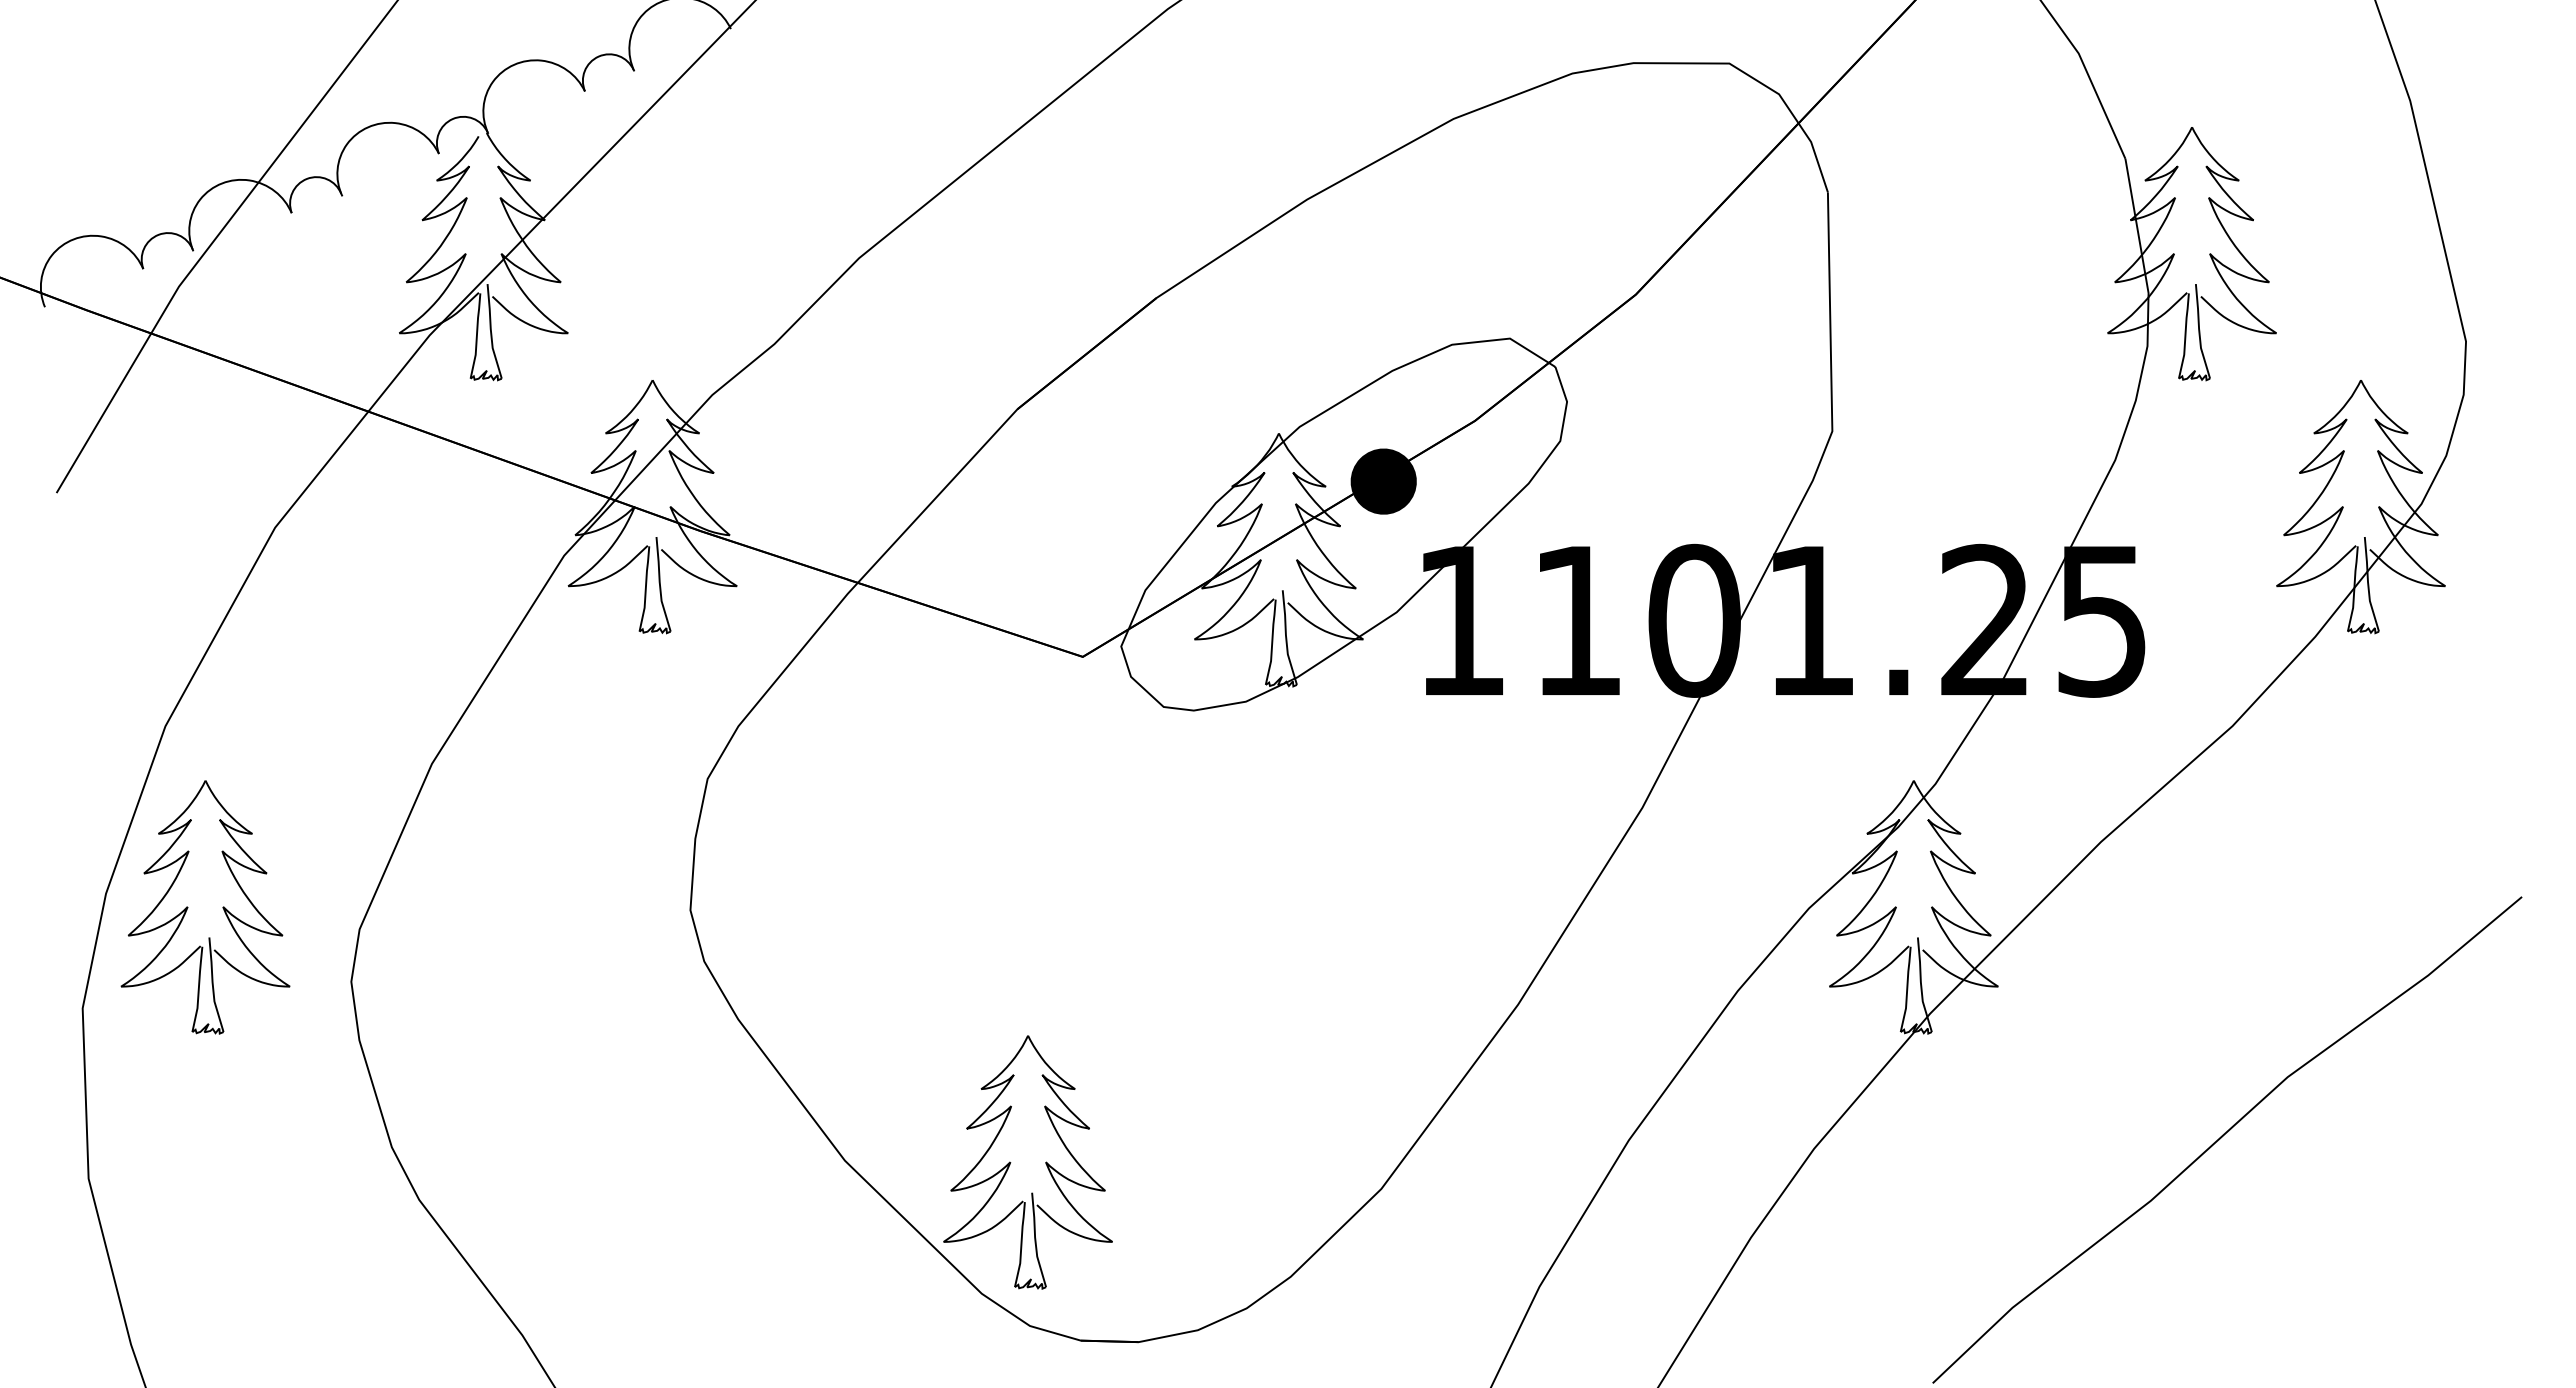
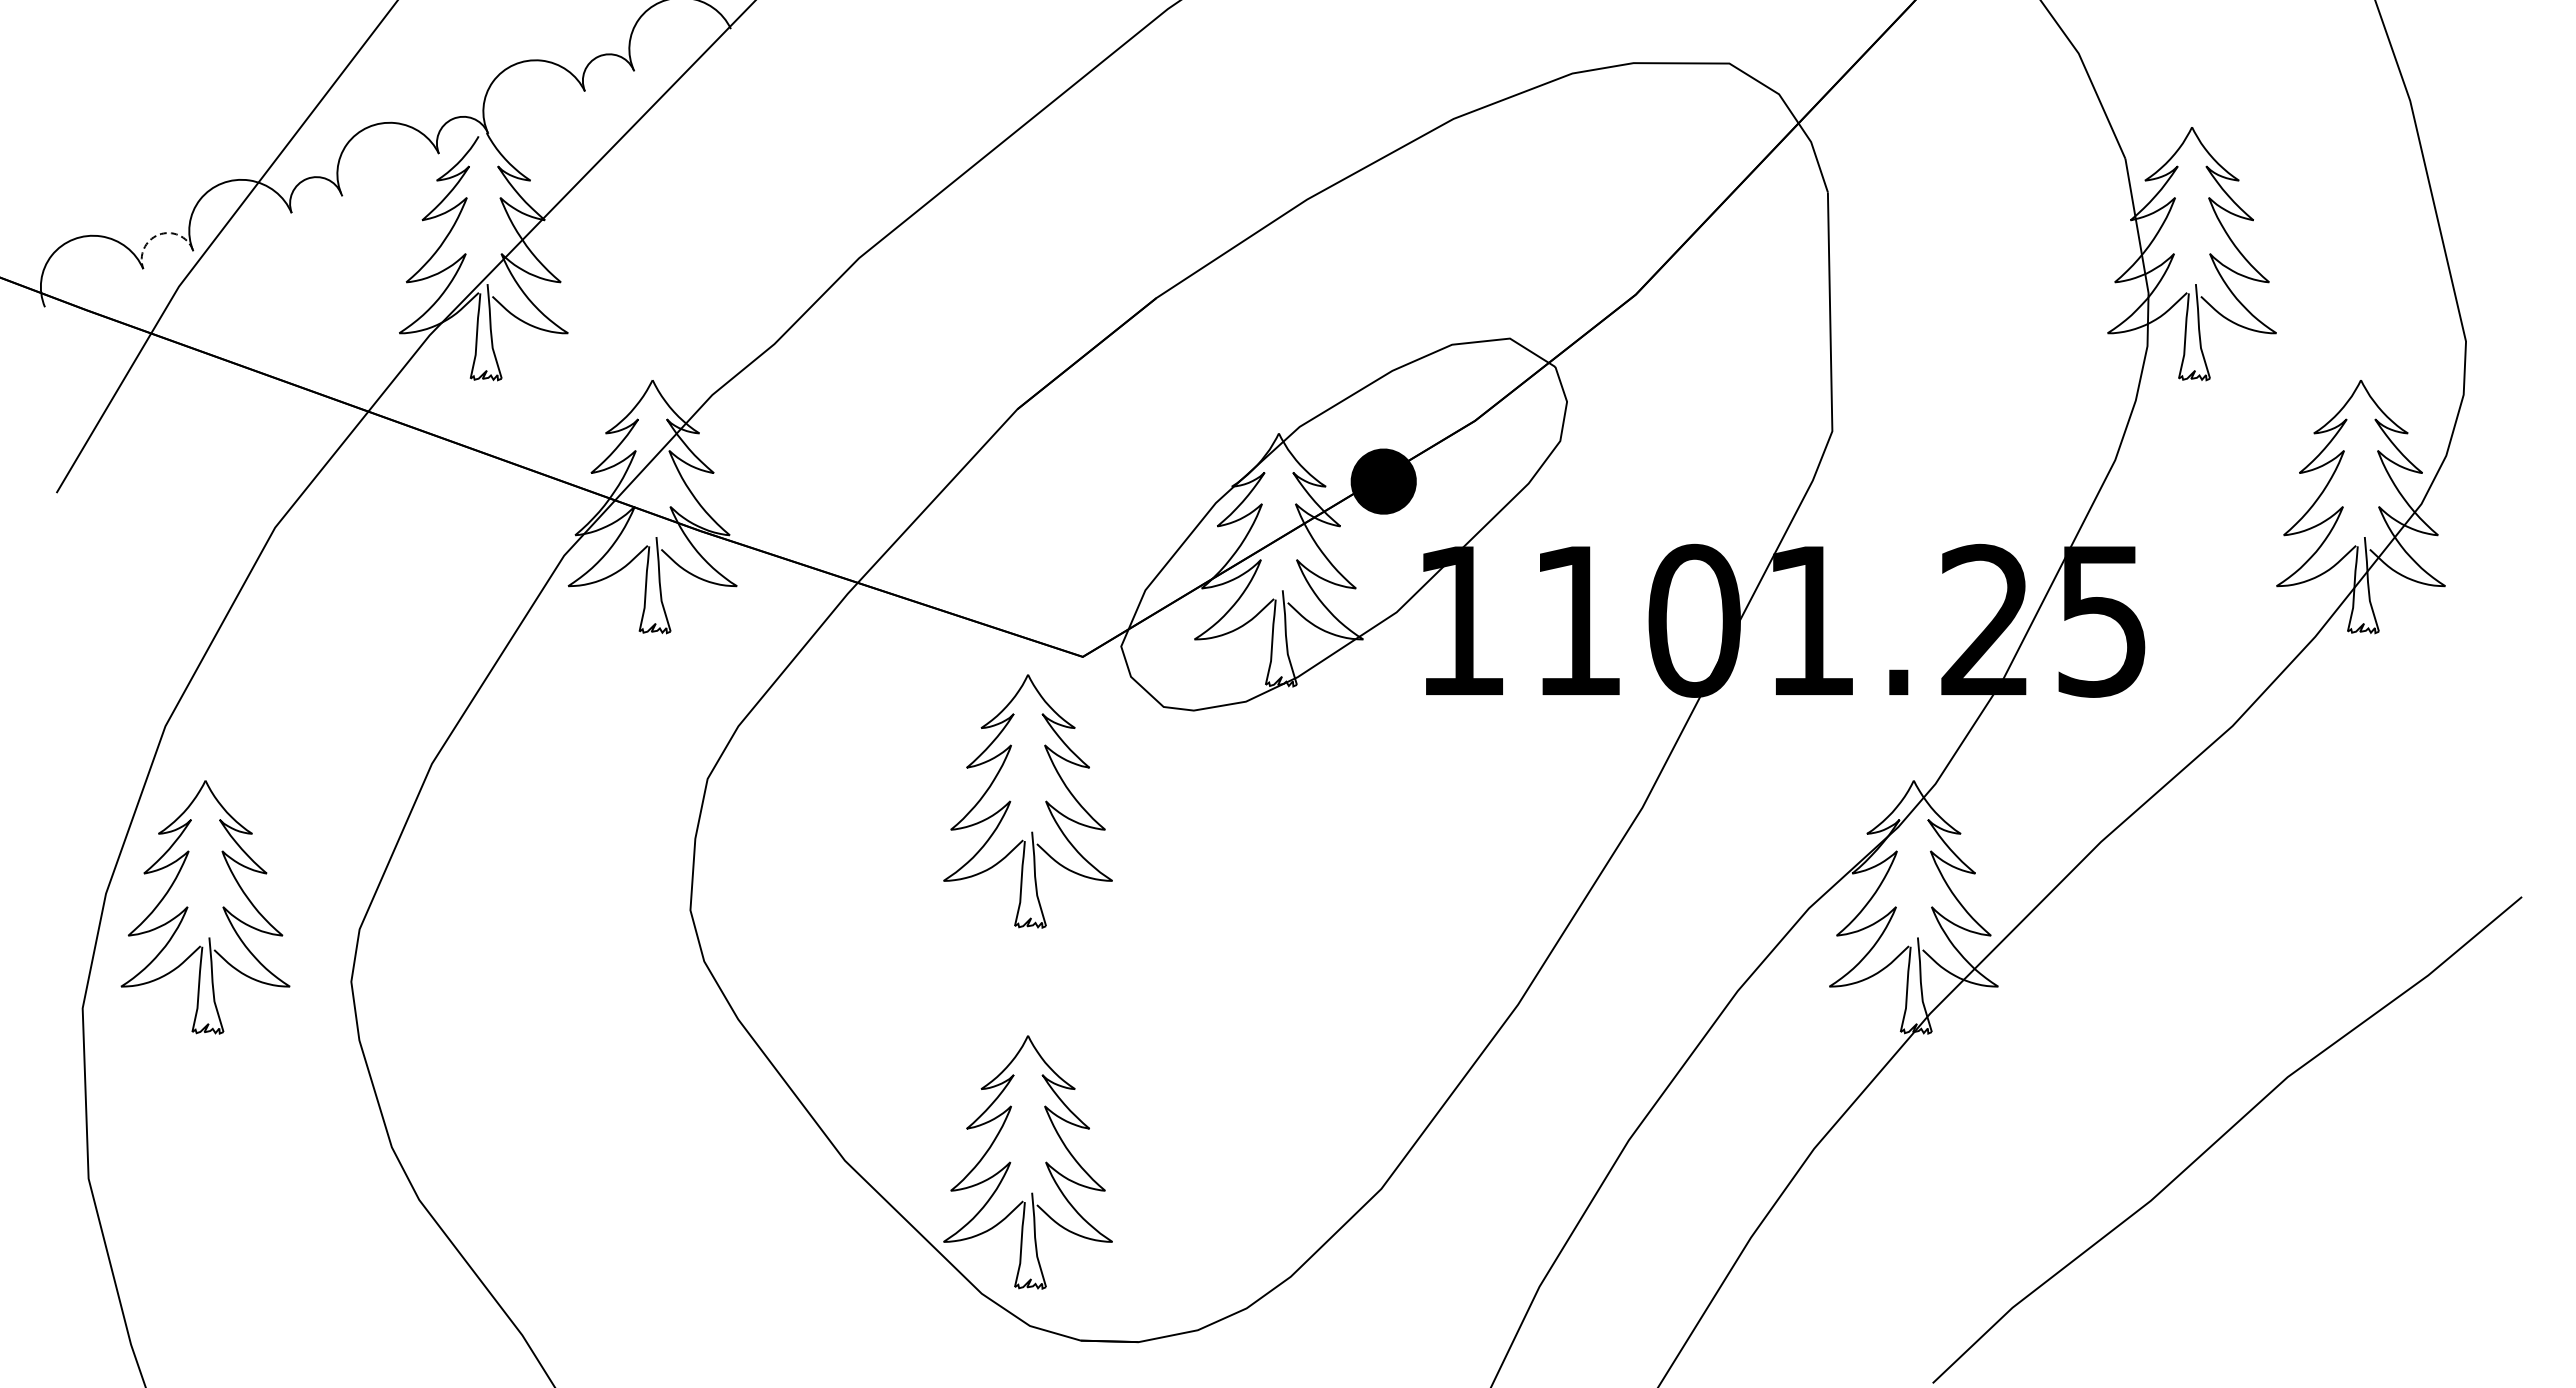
arc at (158, 234): solid -> dashed
part at (1011, 801): none -> present
